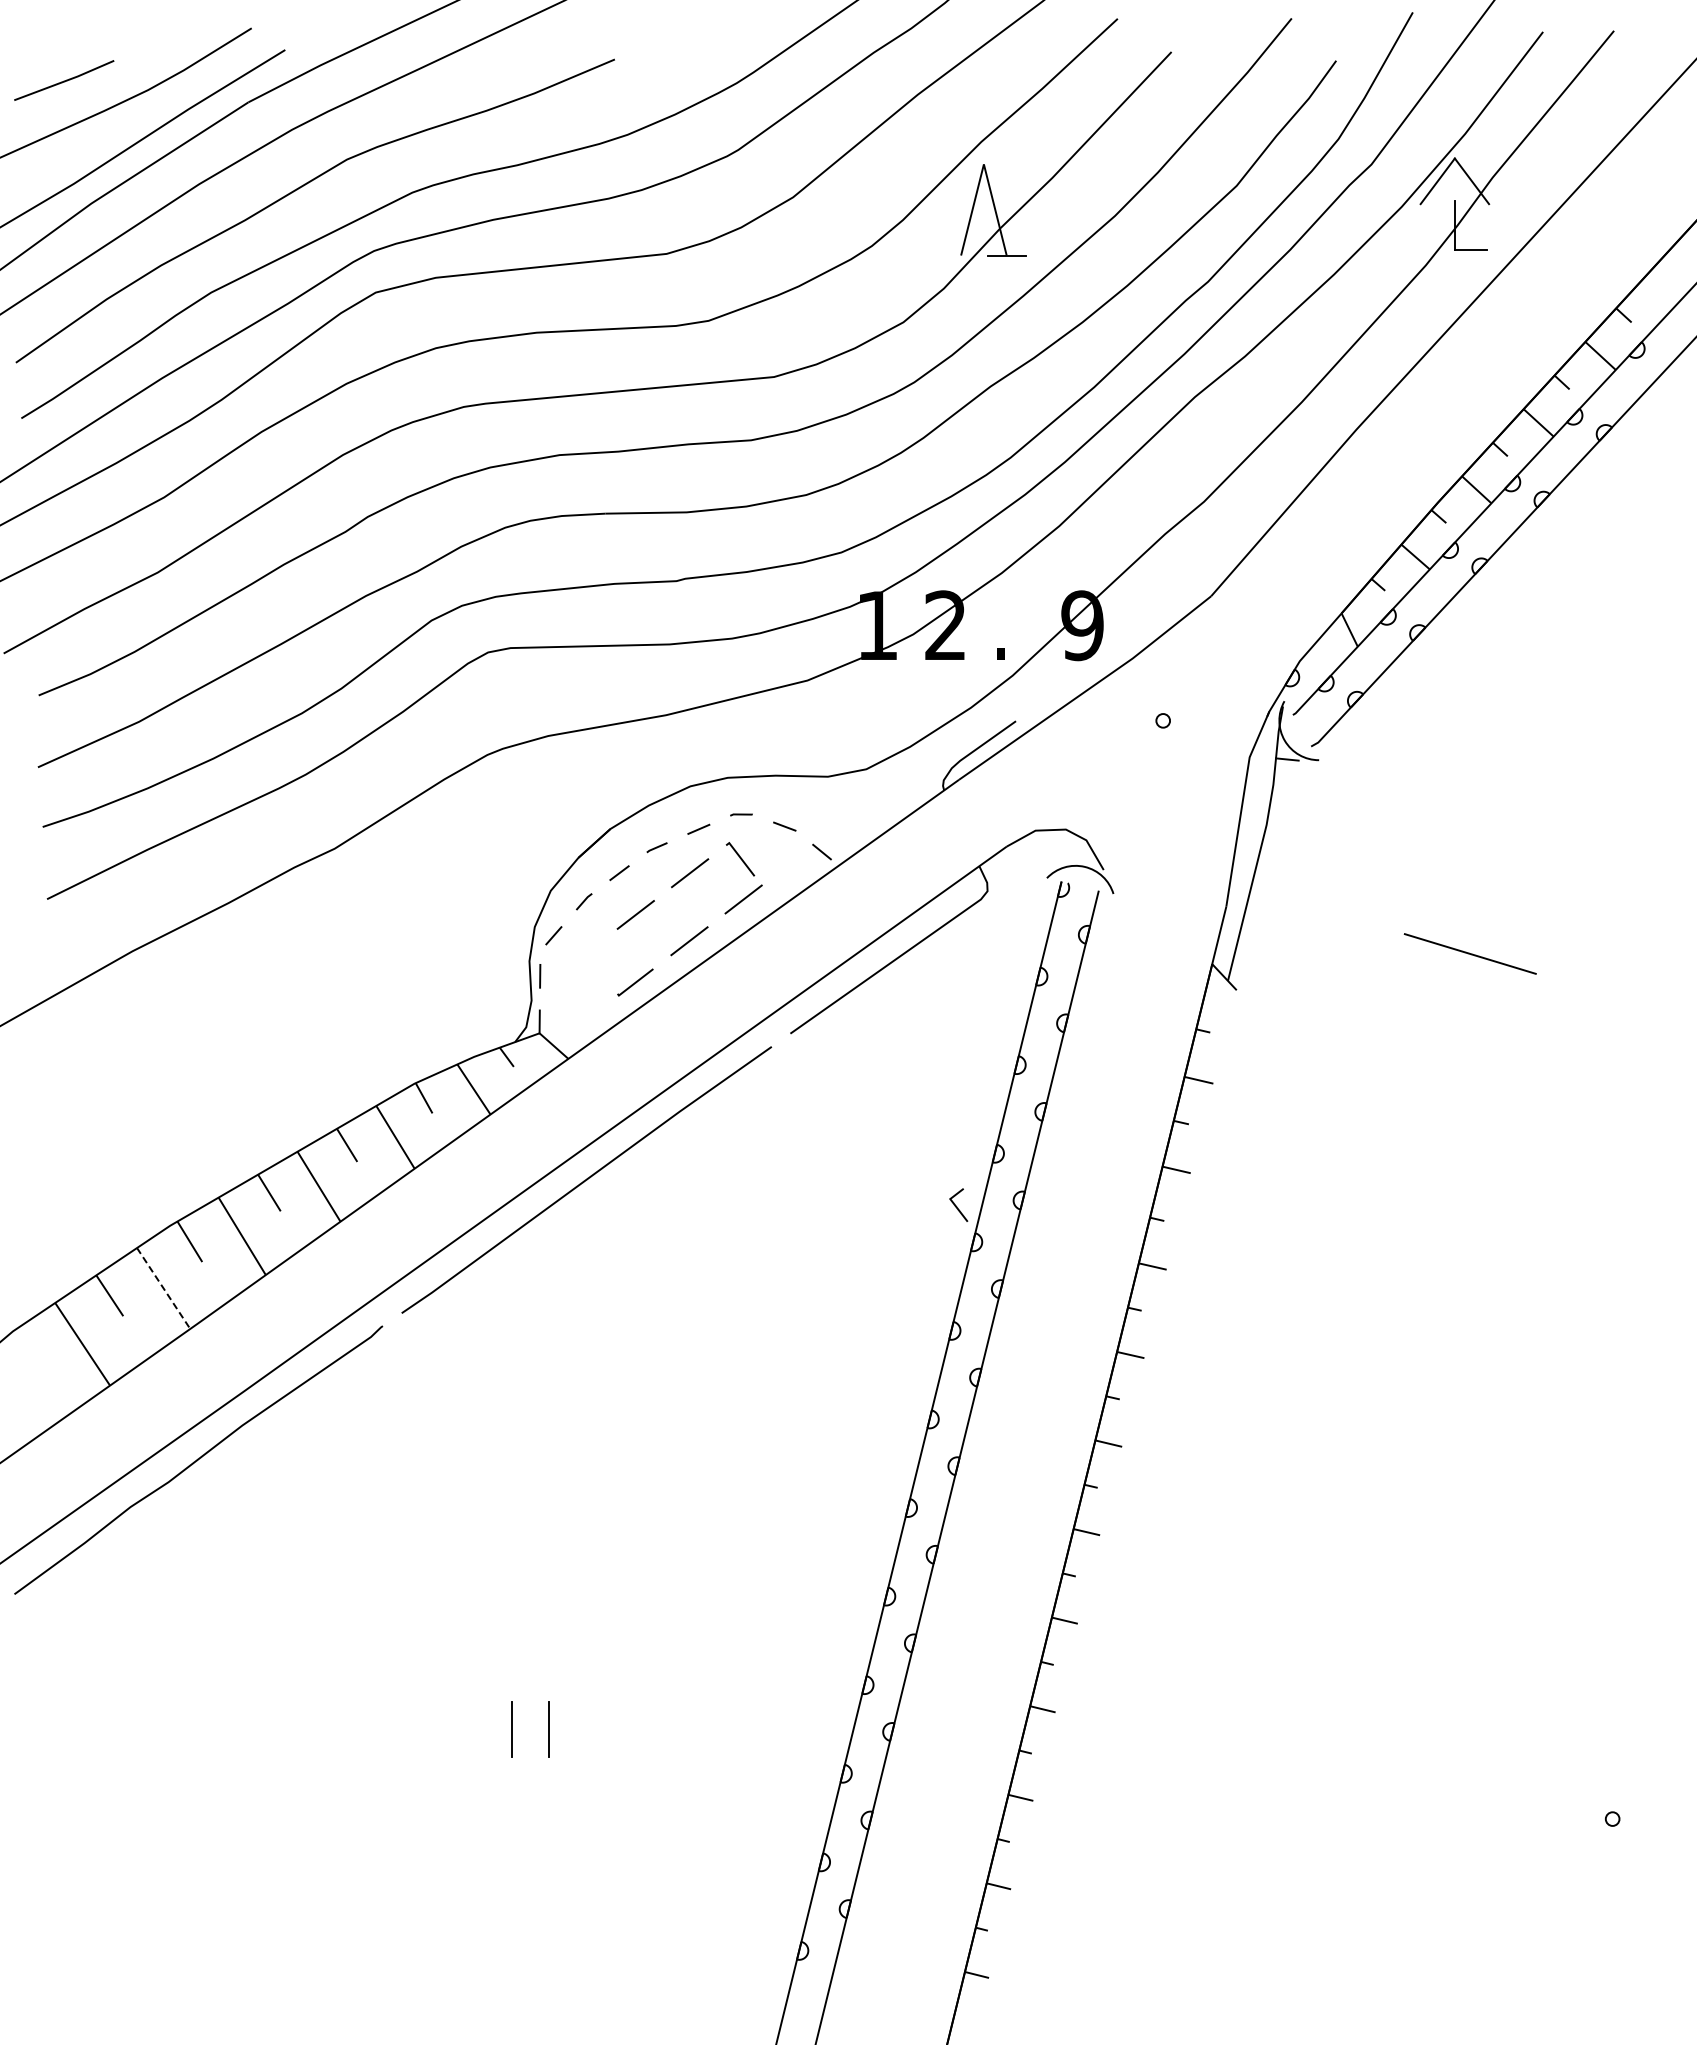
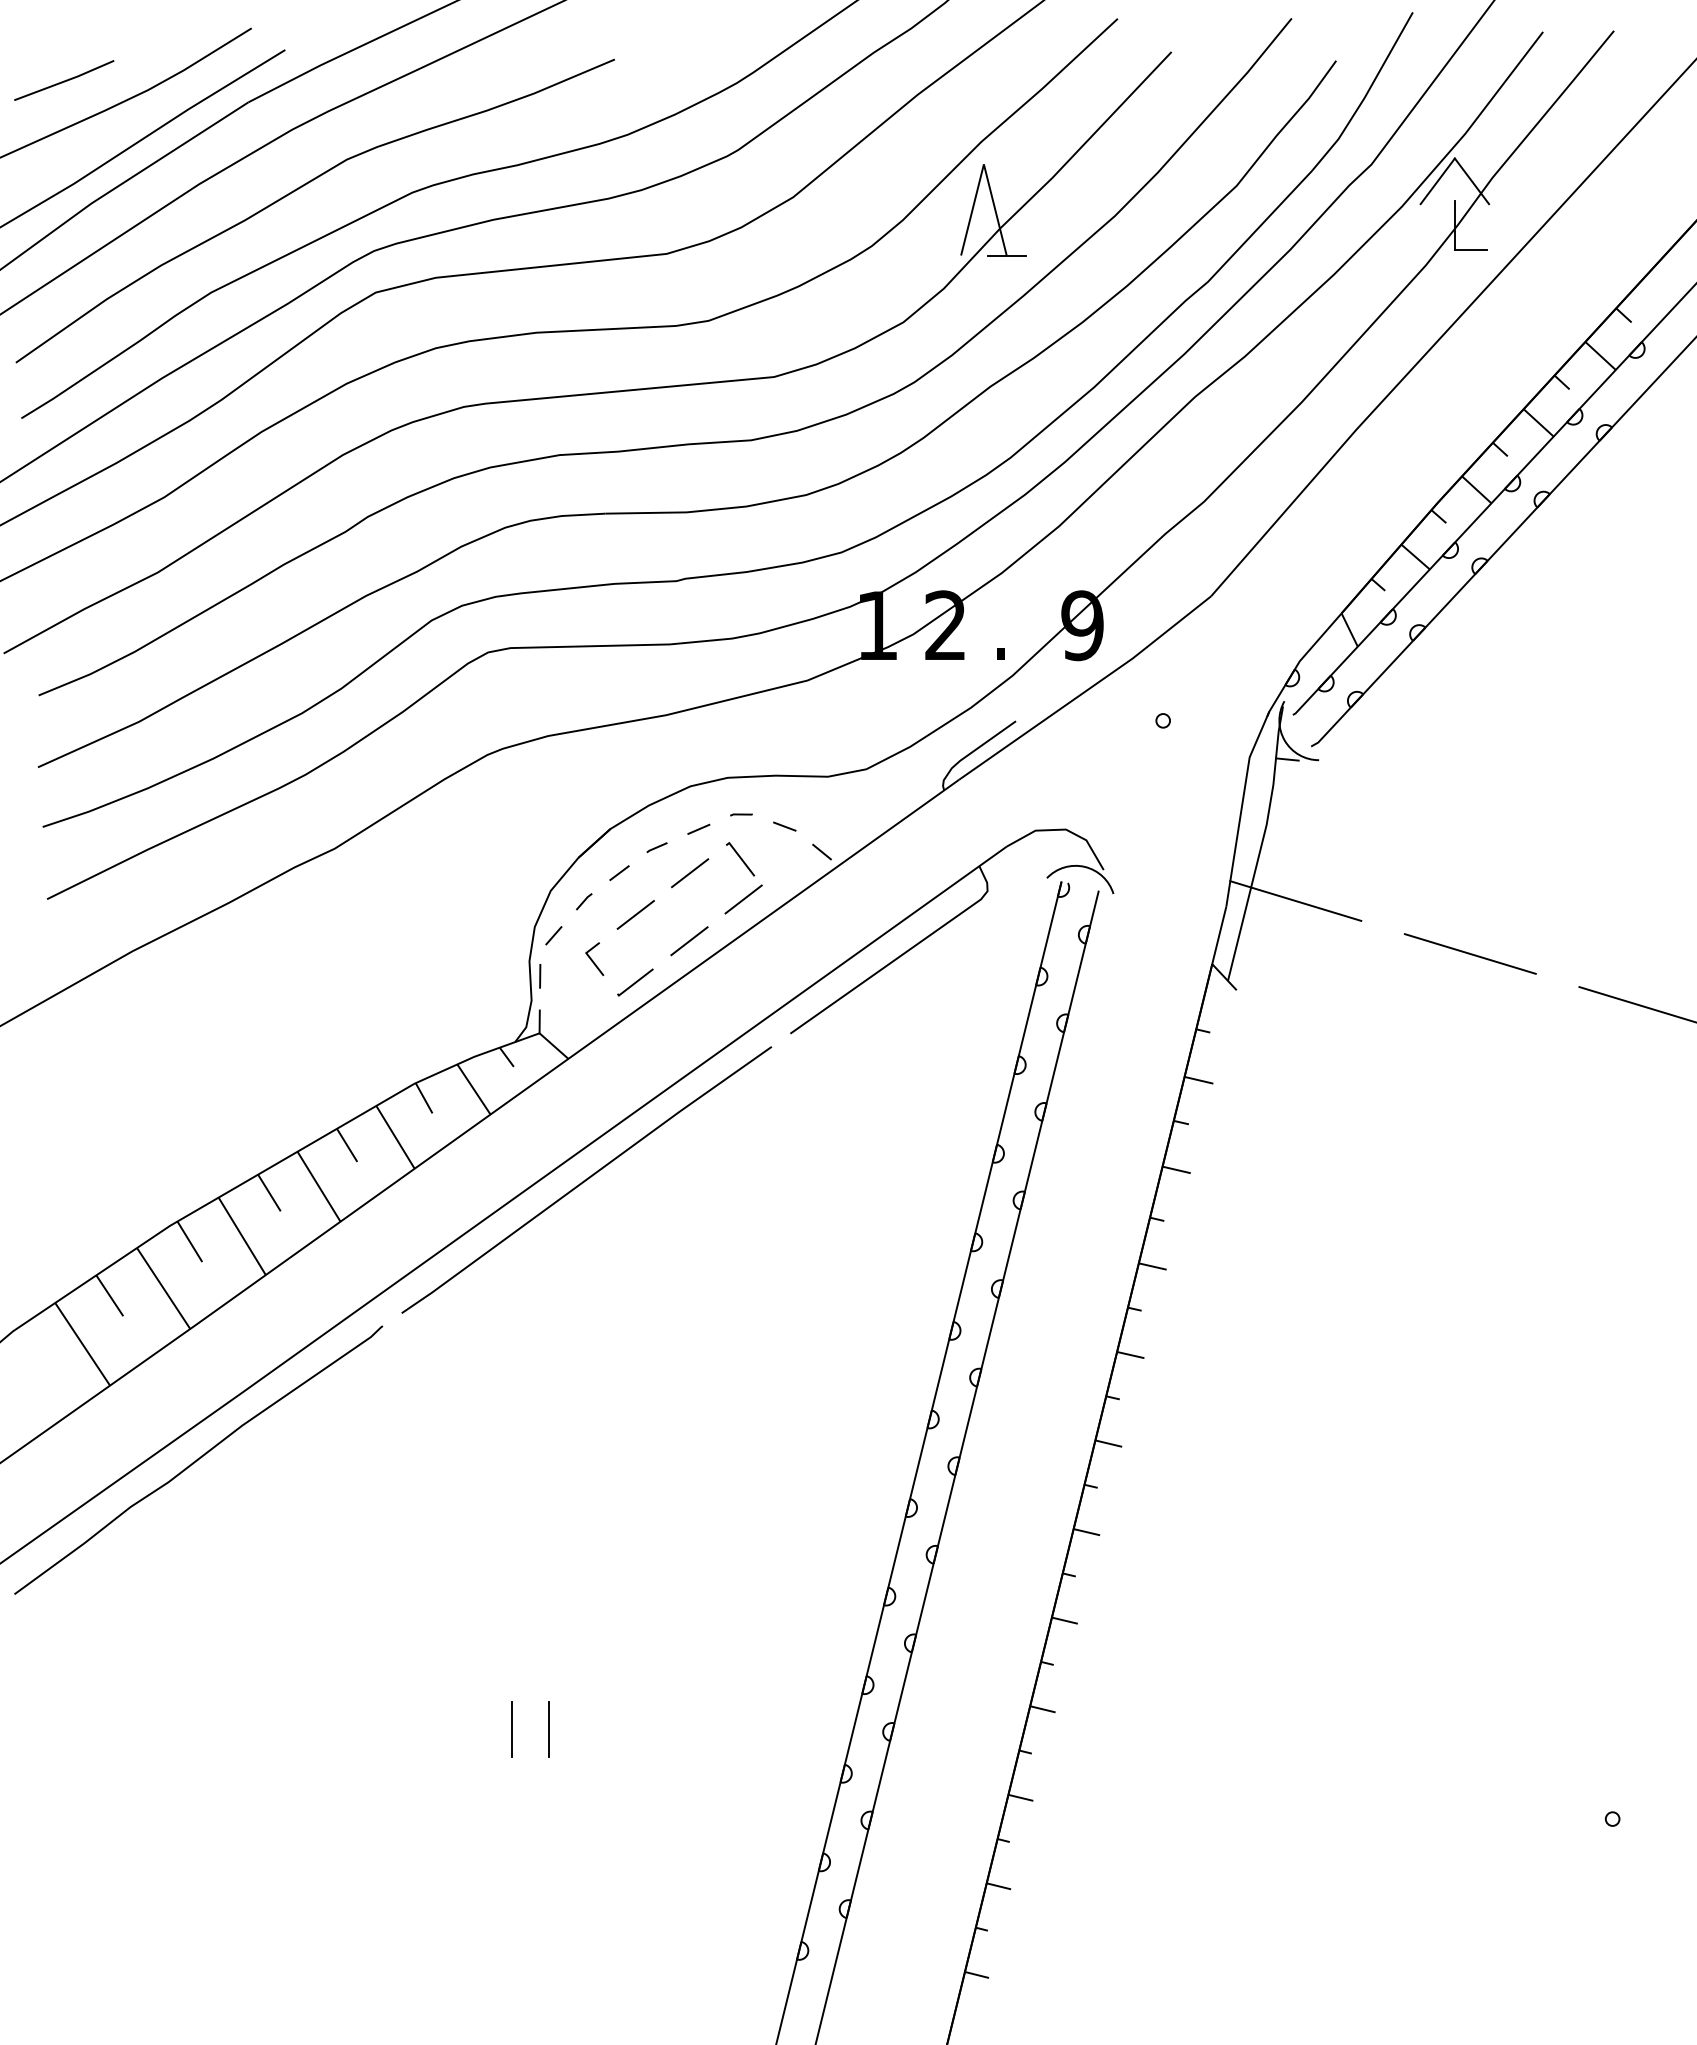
line at (1295, 900): none -> present
line at (1636, 1004): none -> present
line at (956, 1205) position: (956, 1205) -> (592, 959)
line at (163, 1288): dashed -> solid
